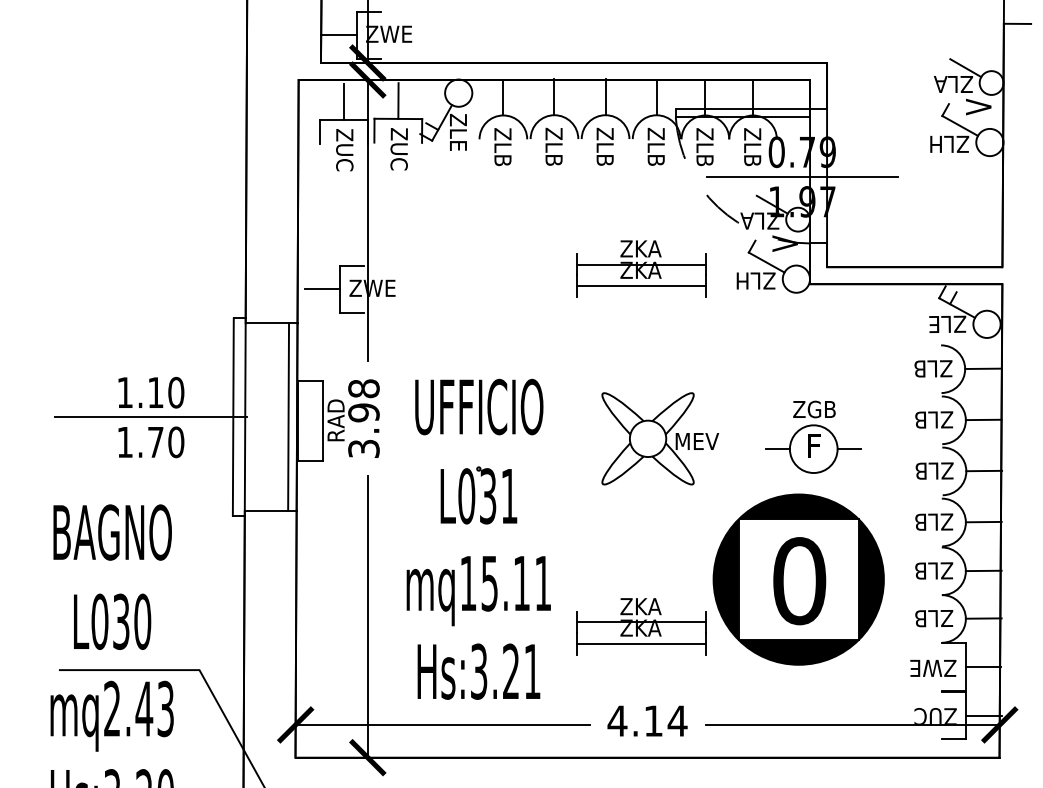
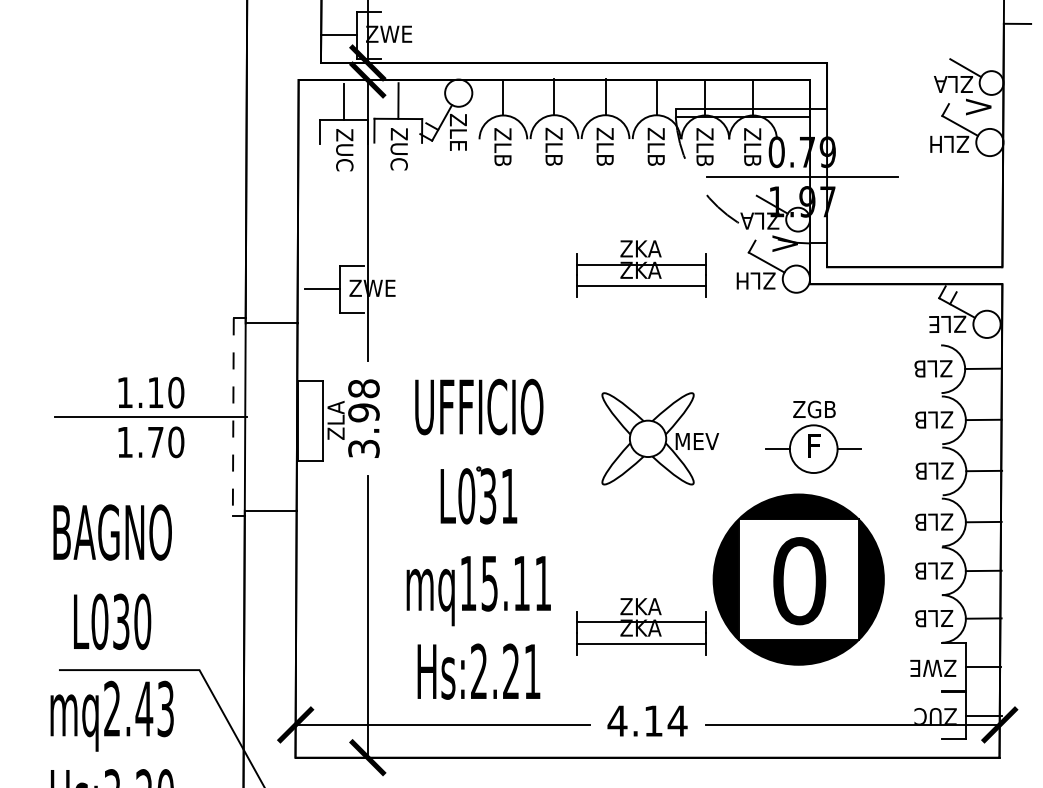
line at (288, 416): present -> none
line at (233, 417): solid -> dashed
text at (335, 420): RAD -> ZLA
text at (479, 671): Hs:3.21 -> Hs:2.21
